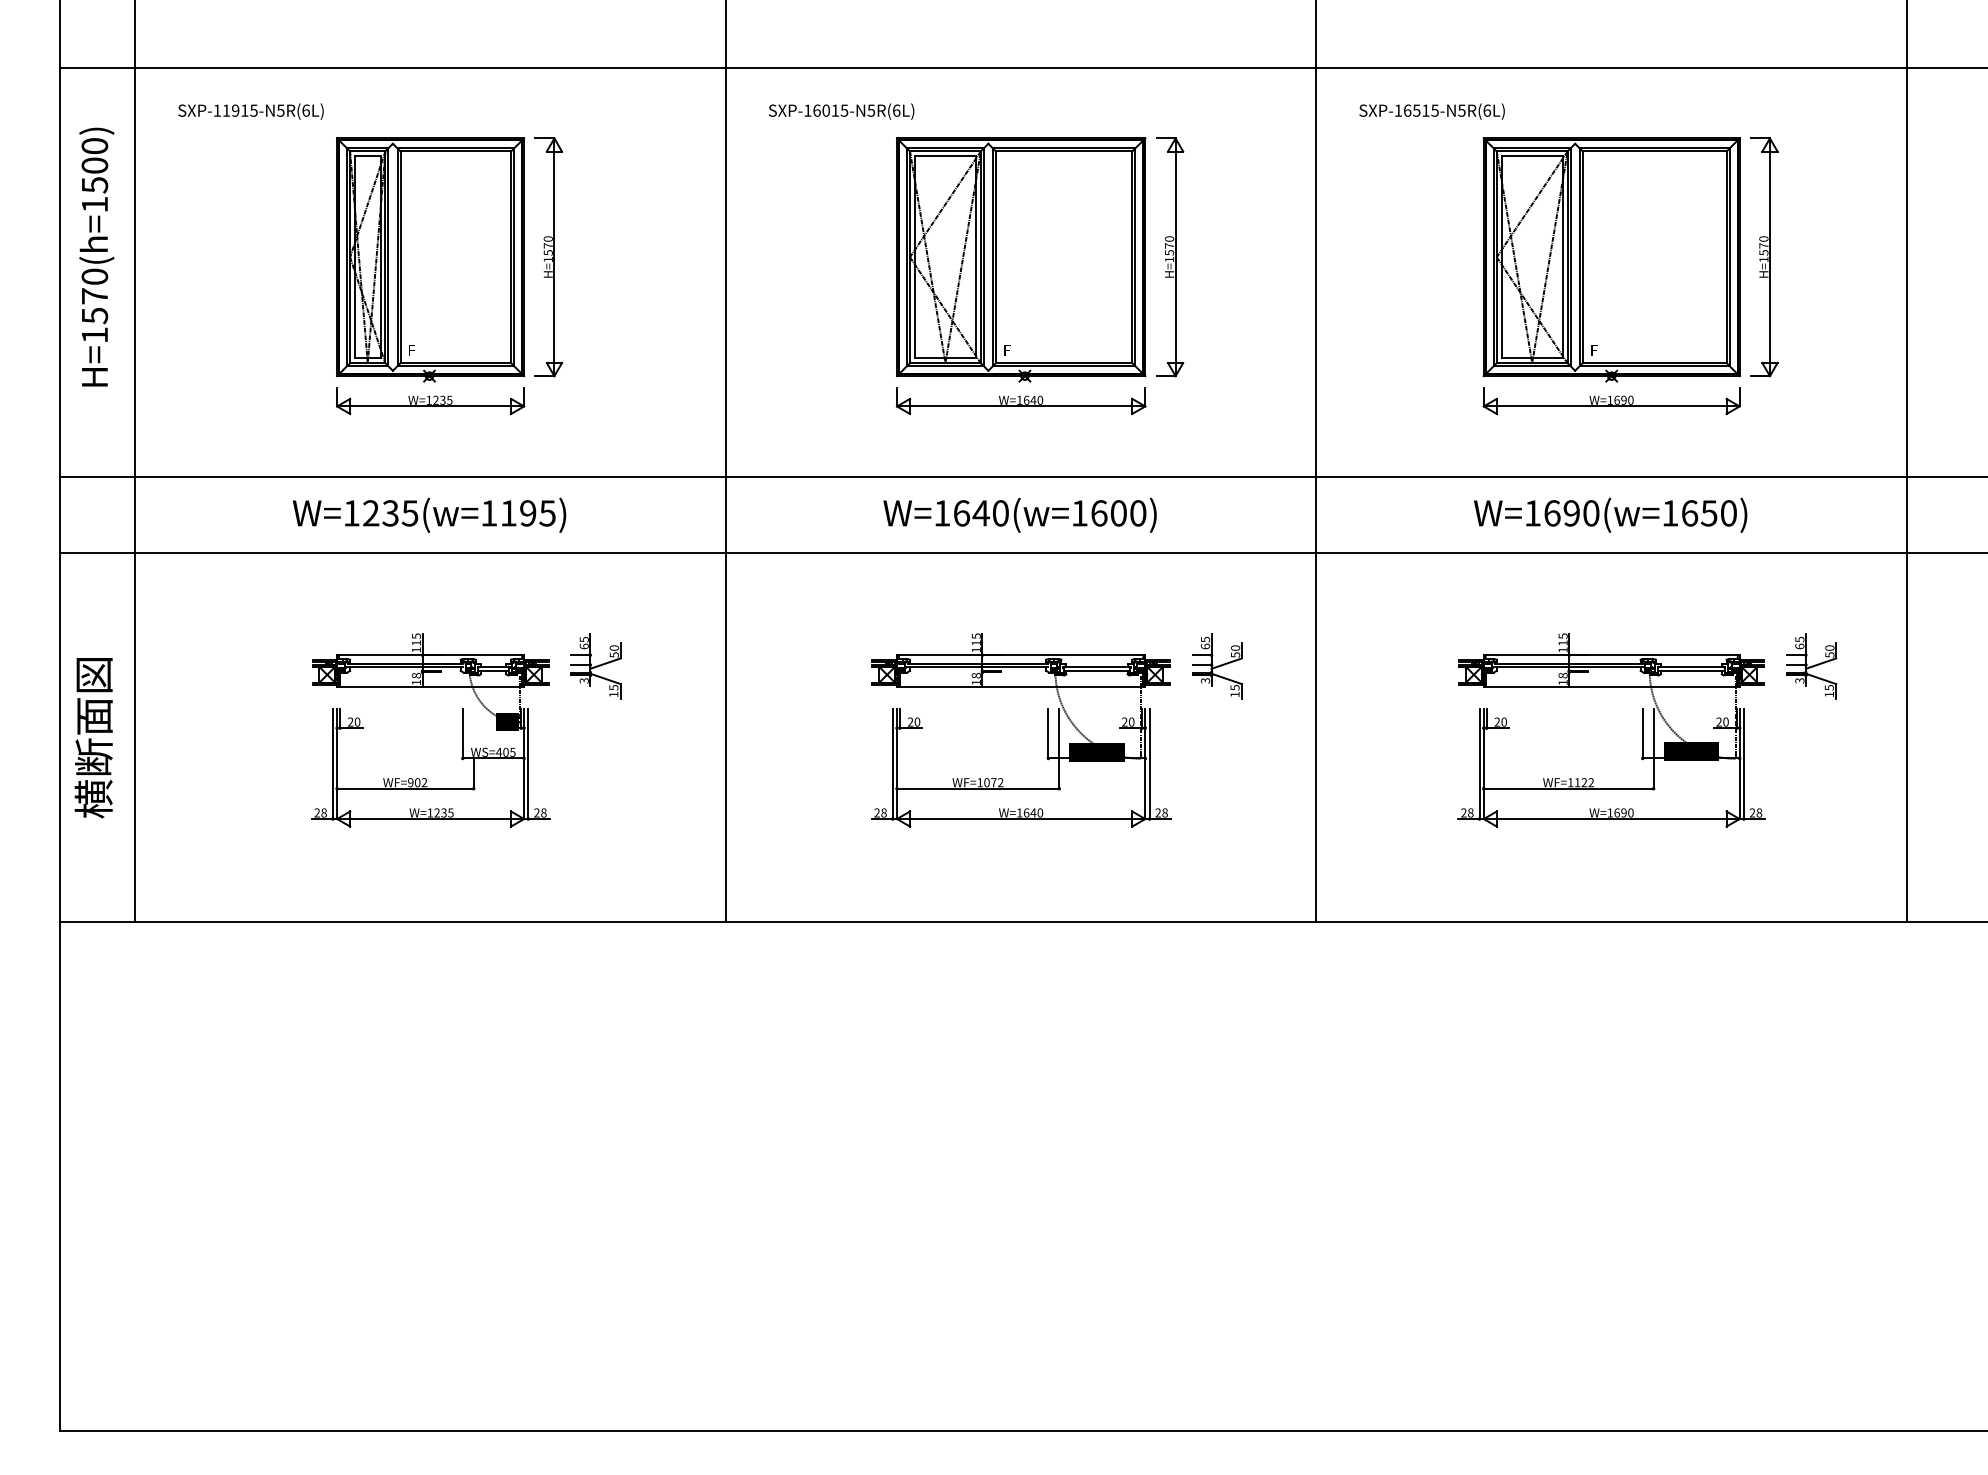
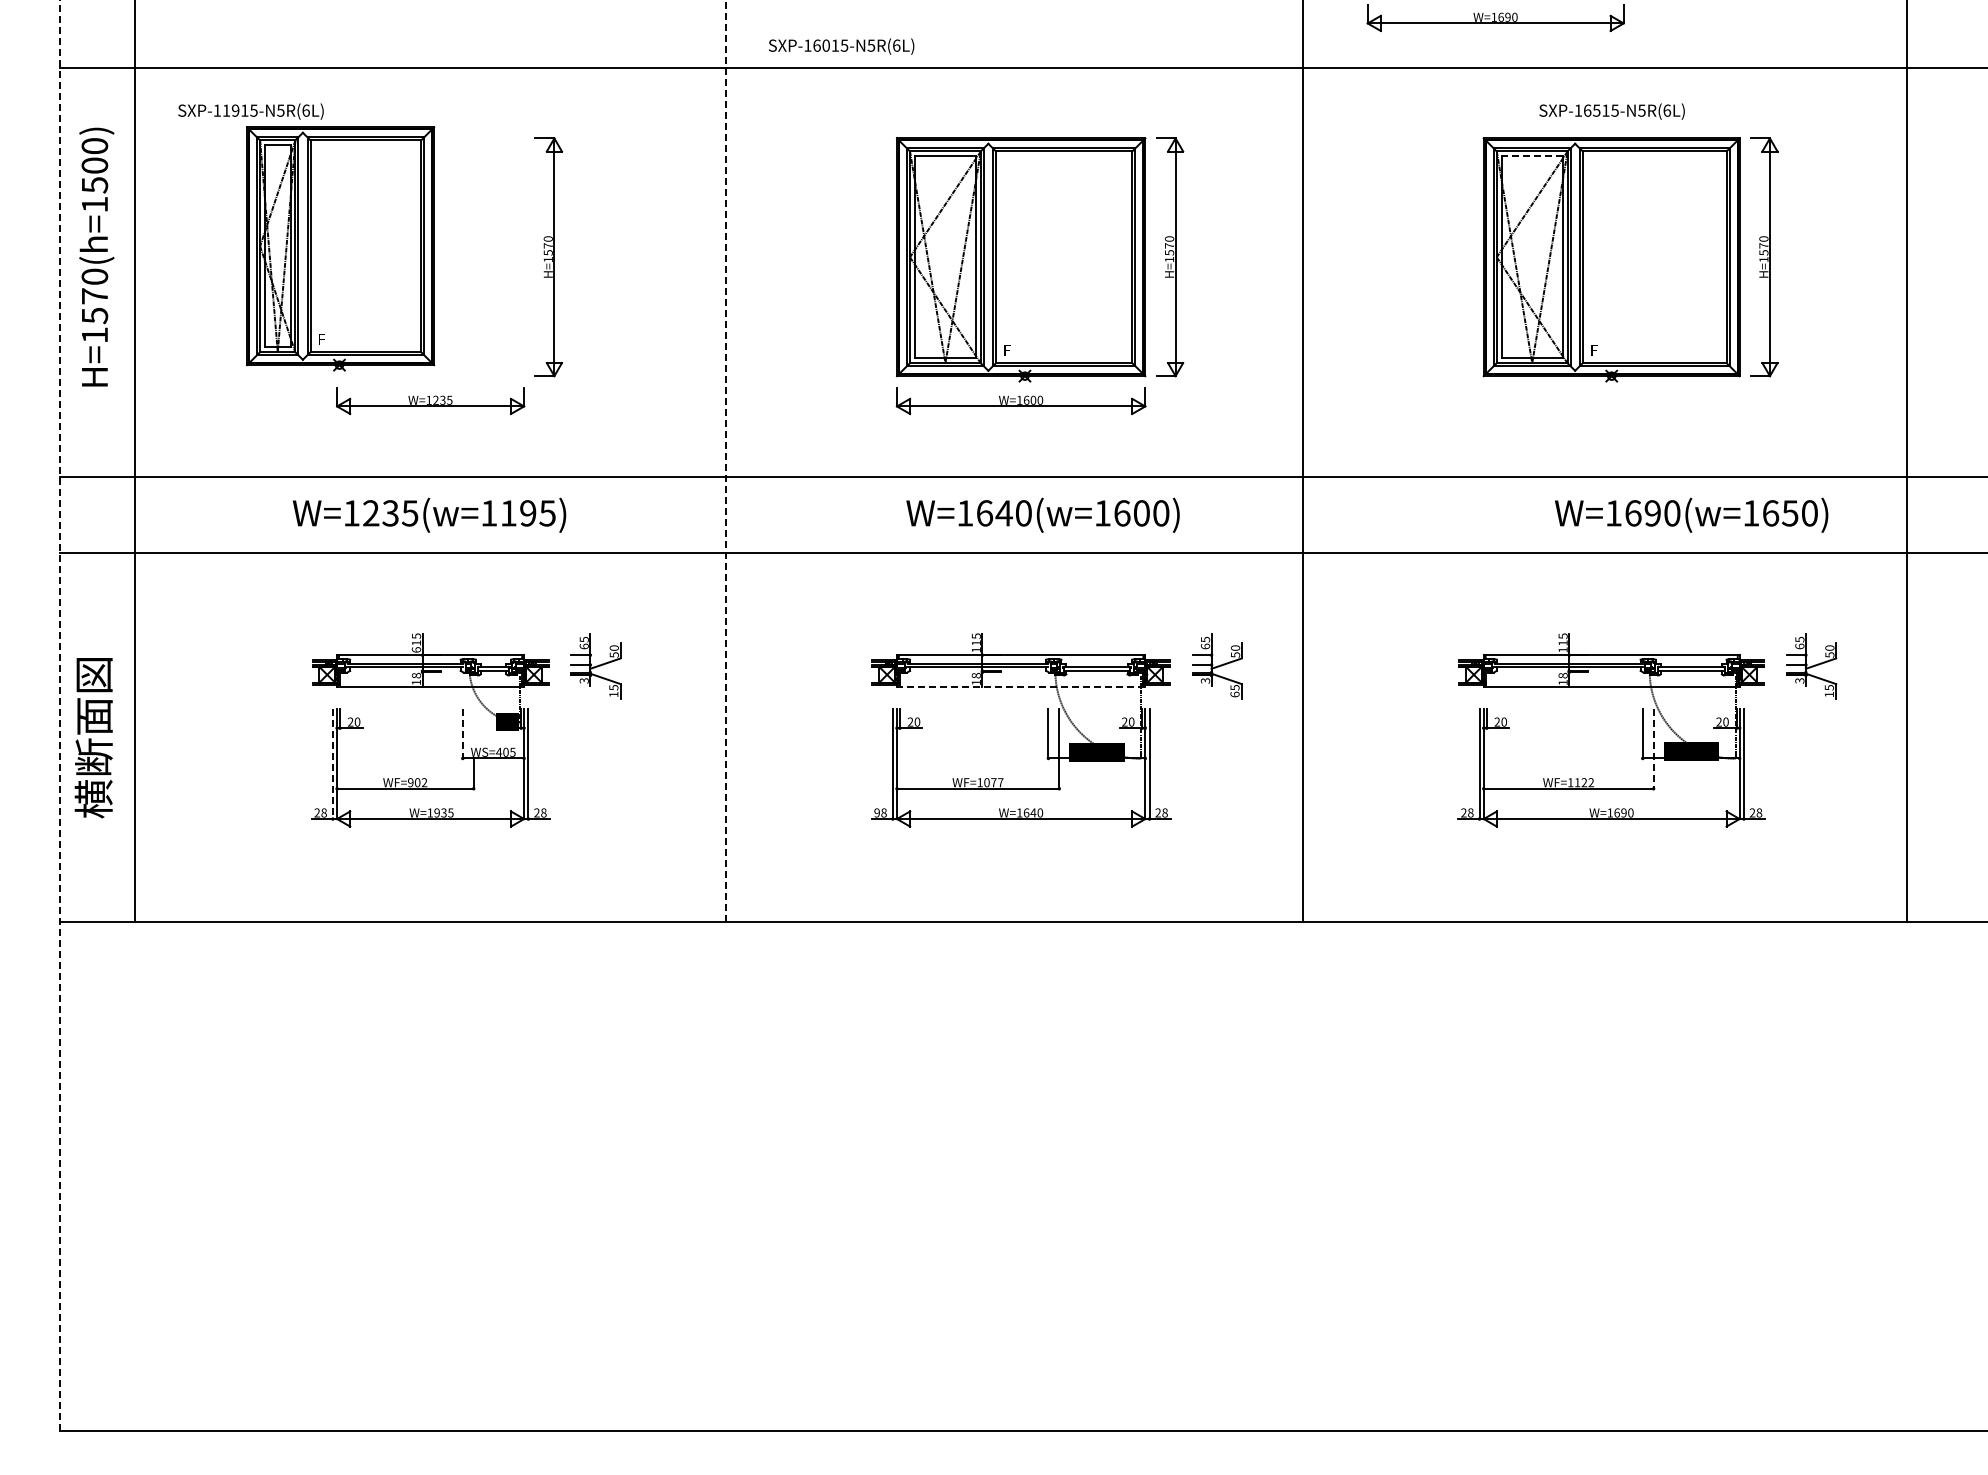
text at (841, 111) position: (841, 111) -> (841, 46)
text at (1431, 111) position: (1431, 111) -> (1611, 111)
line at (1532, 156): solid -> dashed
part at (430, 259) position: (430, 259) -> (340, 248)
text at (1033, 399): W=1640 -> W=1600
part at (1611, 401) position: (1611, 401) -> (1495, 18)
line at (725, 460): solid -> dashed
line at (1316, 461) position: (1316, 461) -> (1303, 461)
text at (1019, 514) position: (1019, 514) -> (1042, 514)
text at (1610, 514) position: (1610, 514) -> (1691, 514)
text at (416, 649): 115 -> 615
line at (1020, 686): solid -> dashed
text at (1234, 694): 15 -> 65
line at (59, 714): solid -> dashed
line at (462, 733): solid -> dashed
line at (1653, 749): solid -> dashed
line at (332, 764): solid -> dashed
text at (1000, 782): WF=1072 -> WF=1077
text at (436, 813): W=1235 -> W=1935
text at (876, 813): 28 -> 98
